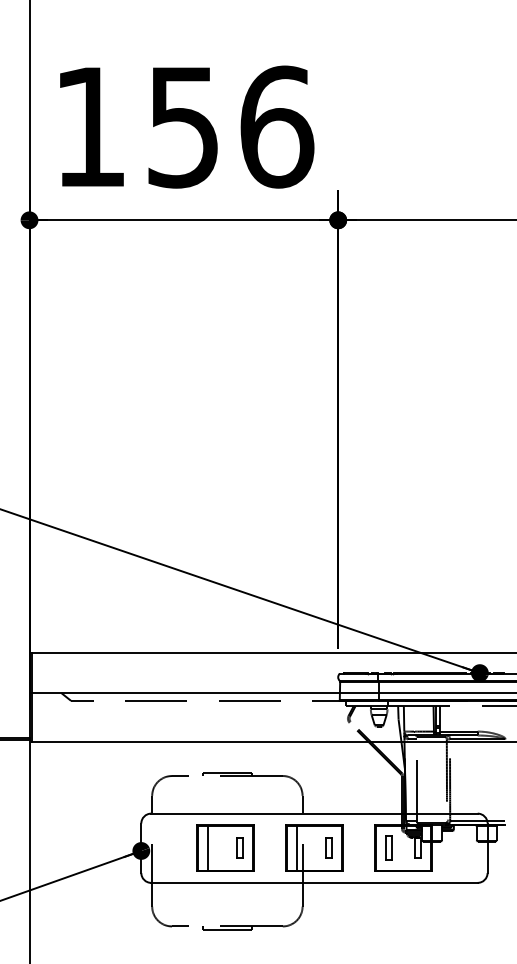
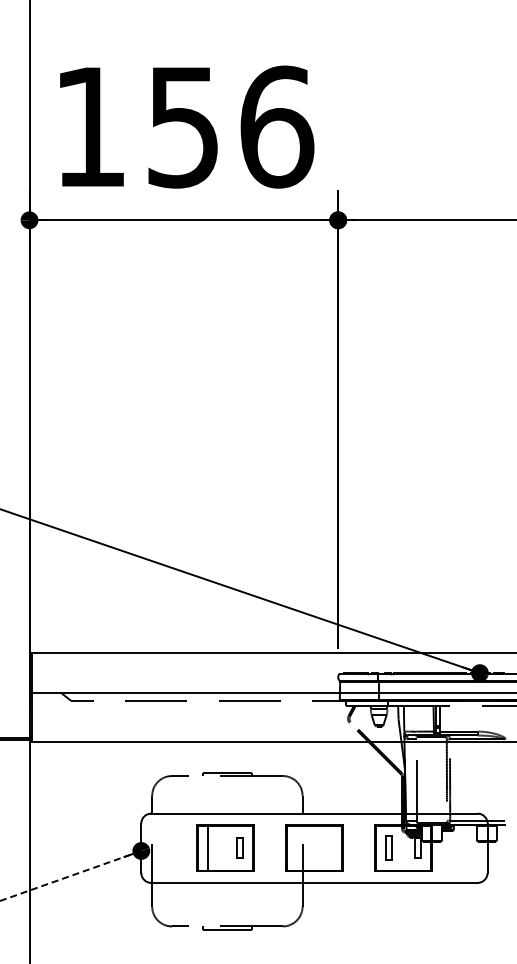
line at (296, 847): present -> none
part at (328, 847): present -> none
line at (70, 875): solid -> dashed
